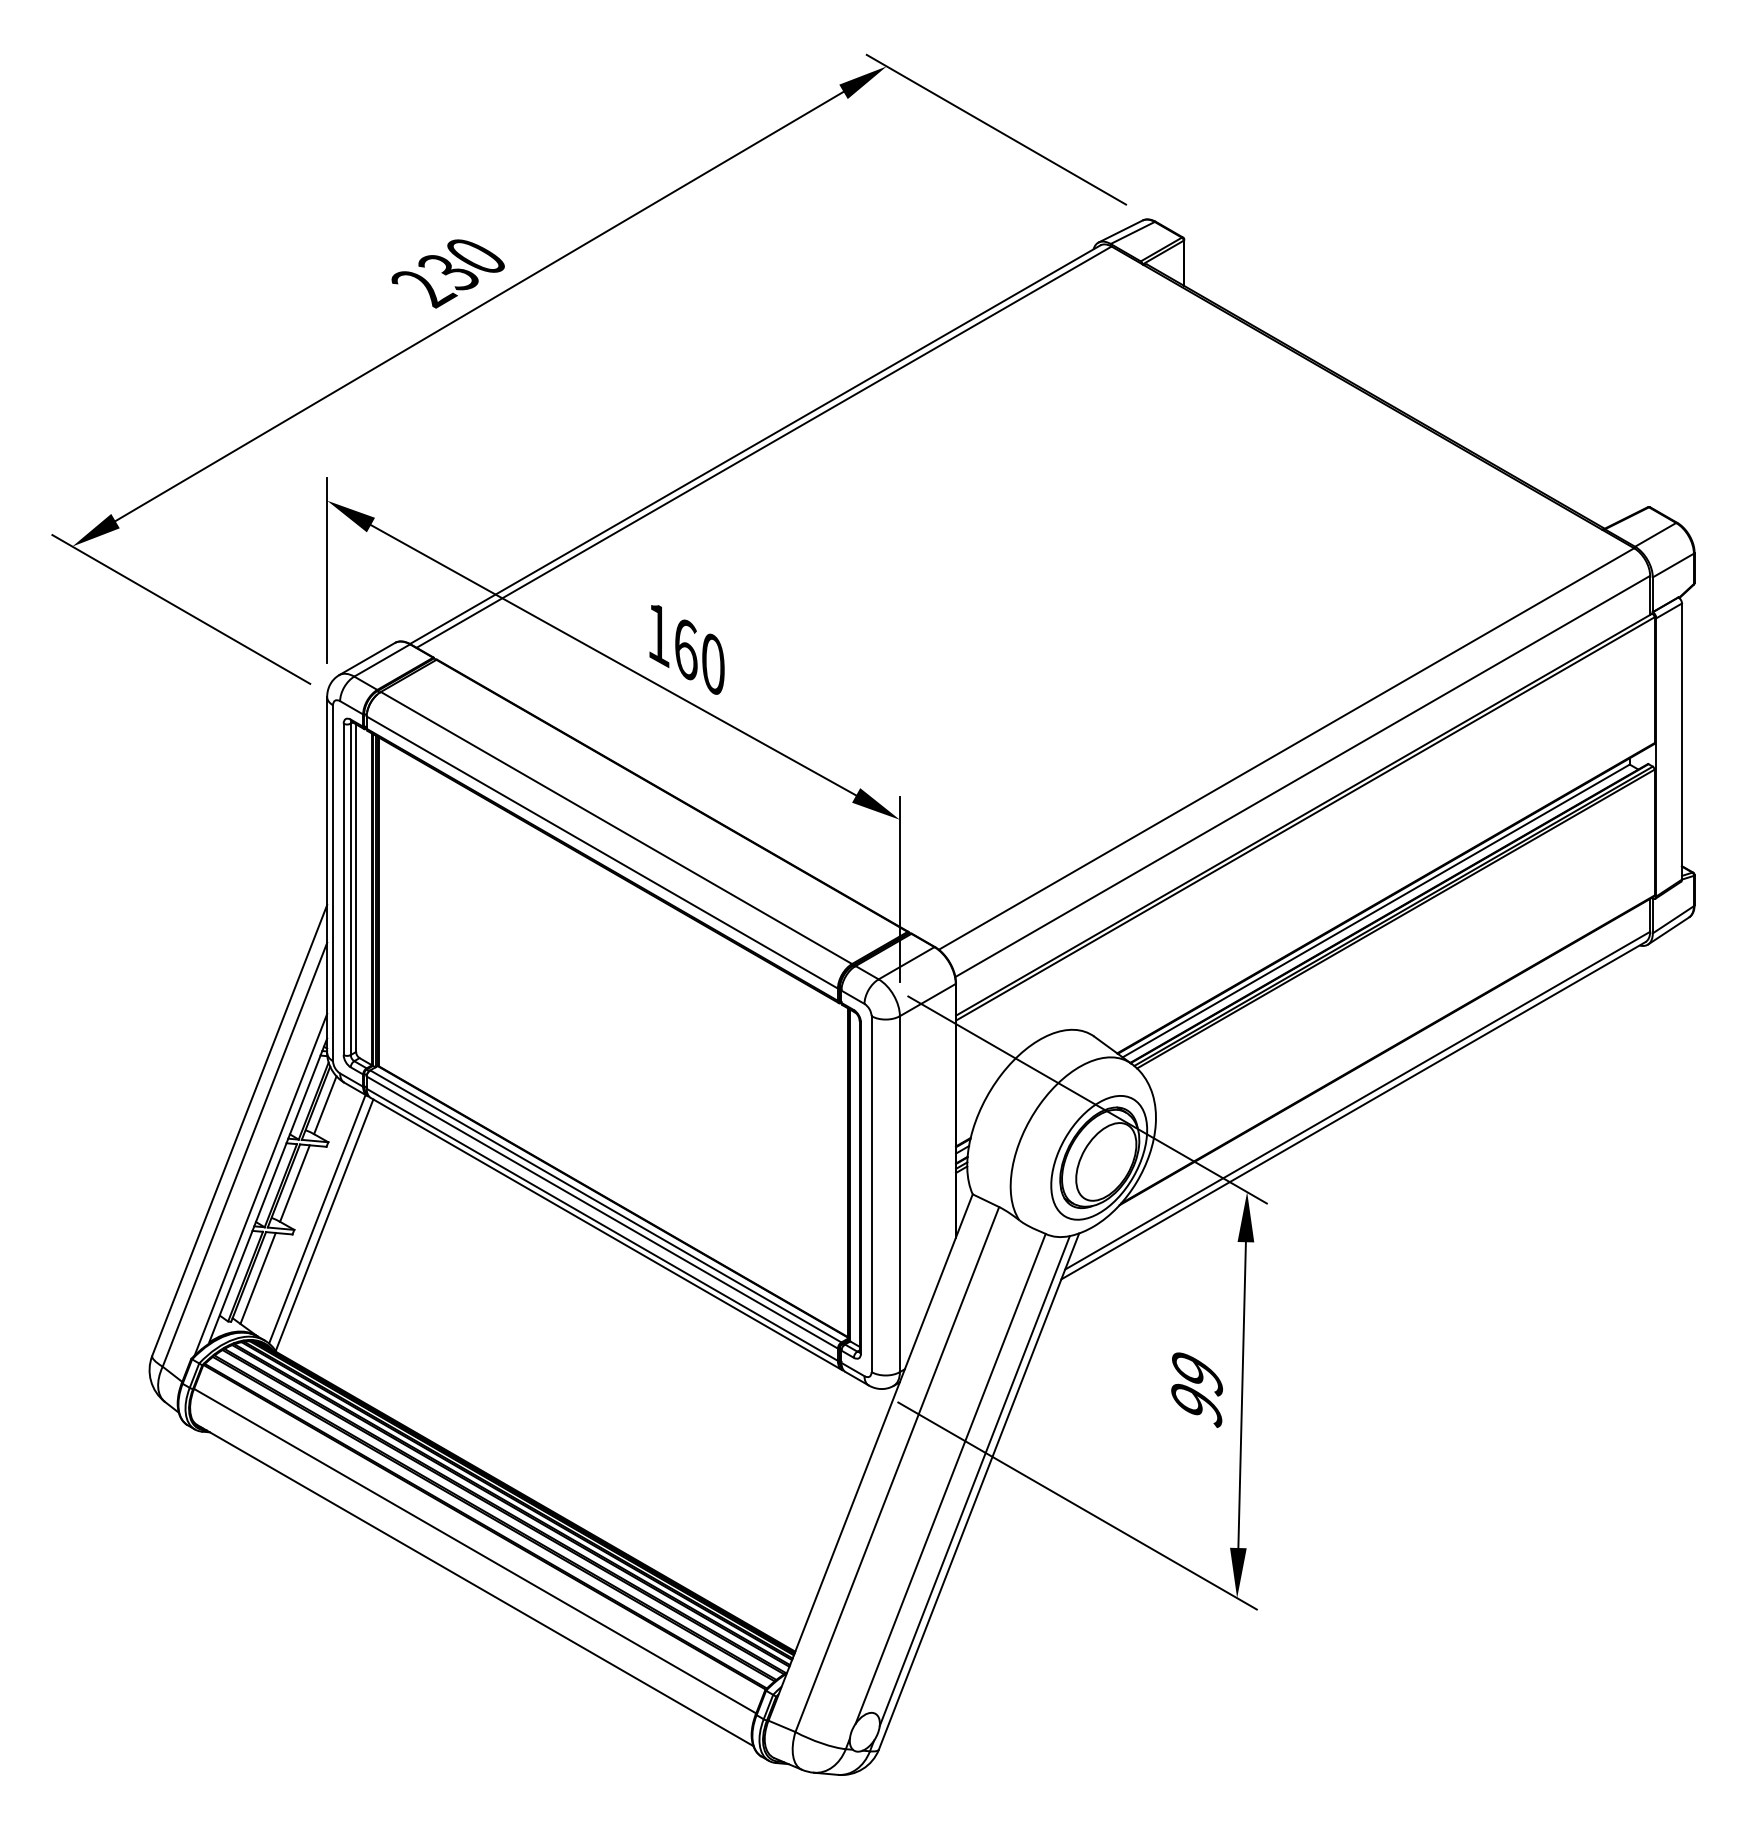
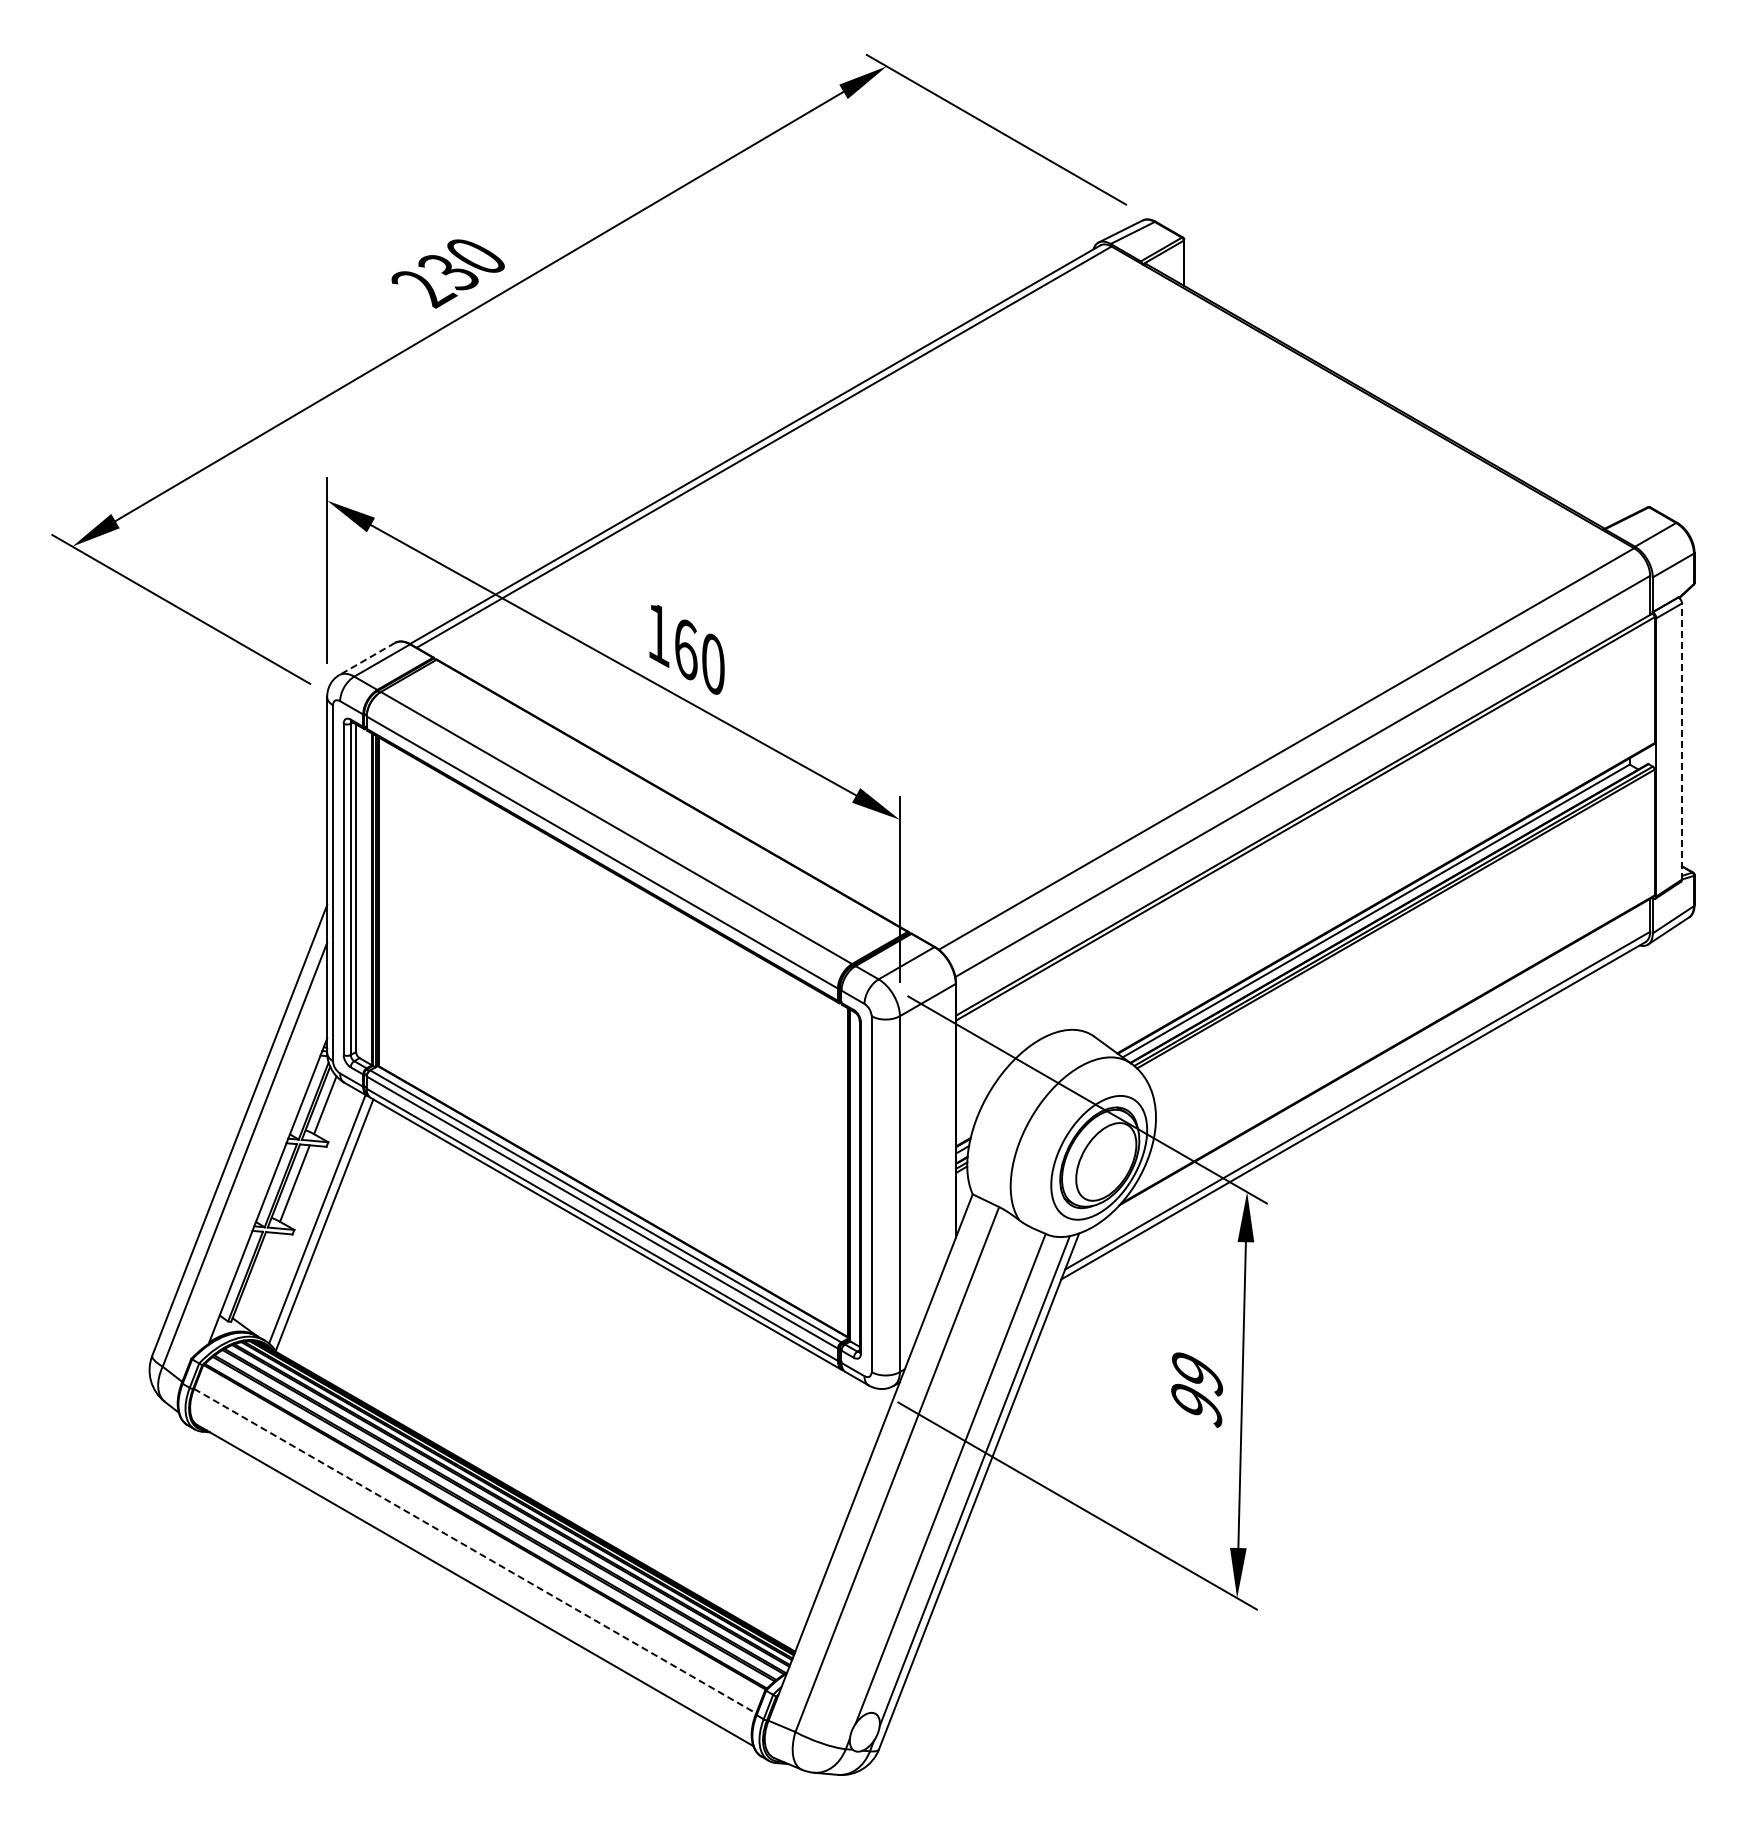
line at (366, 659): solid -> dashed
line at (1682, 741): solid -> dashed
line at (260, 1184): present -> none
line at (257, 1277): present -> none
line at (475, 1551): solid -> dashed
